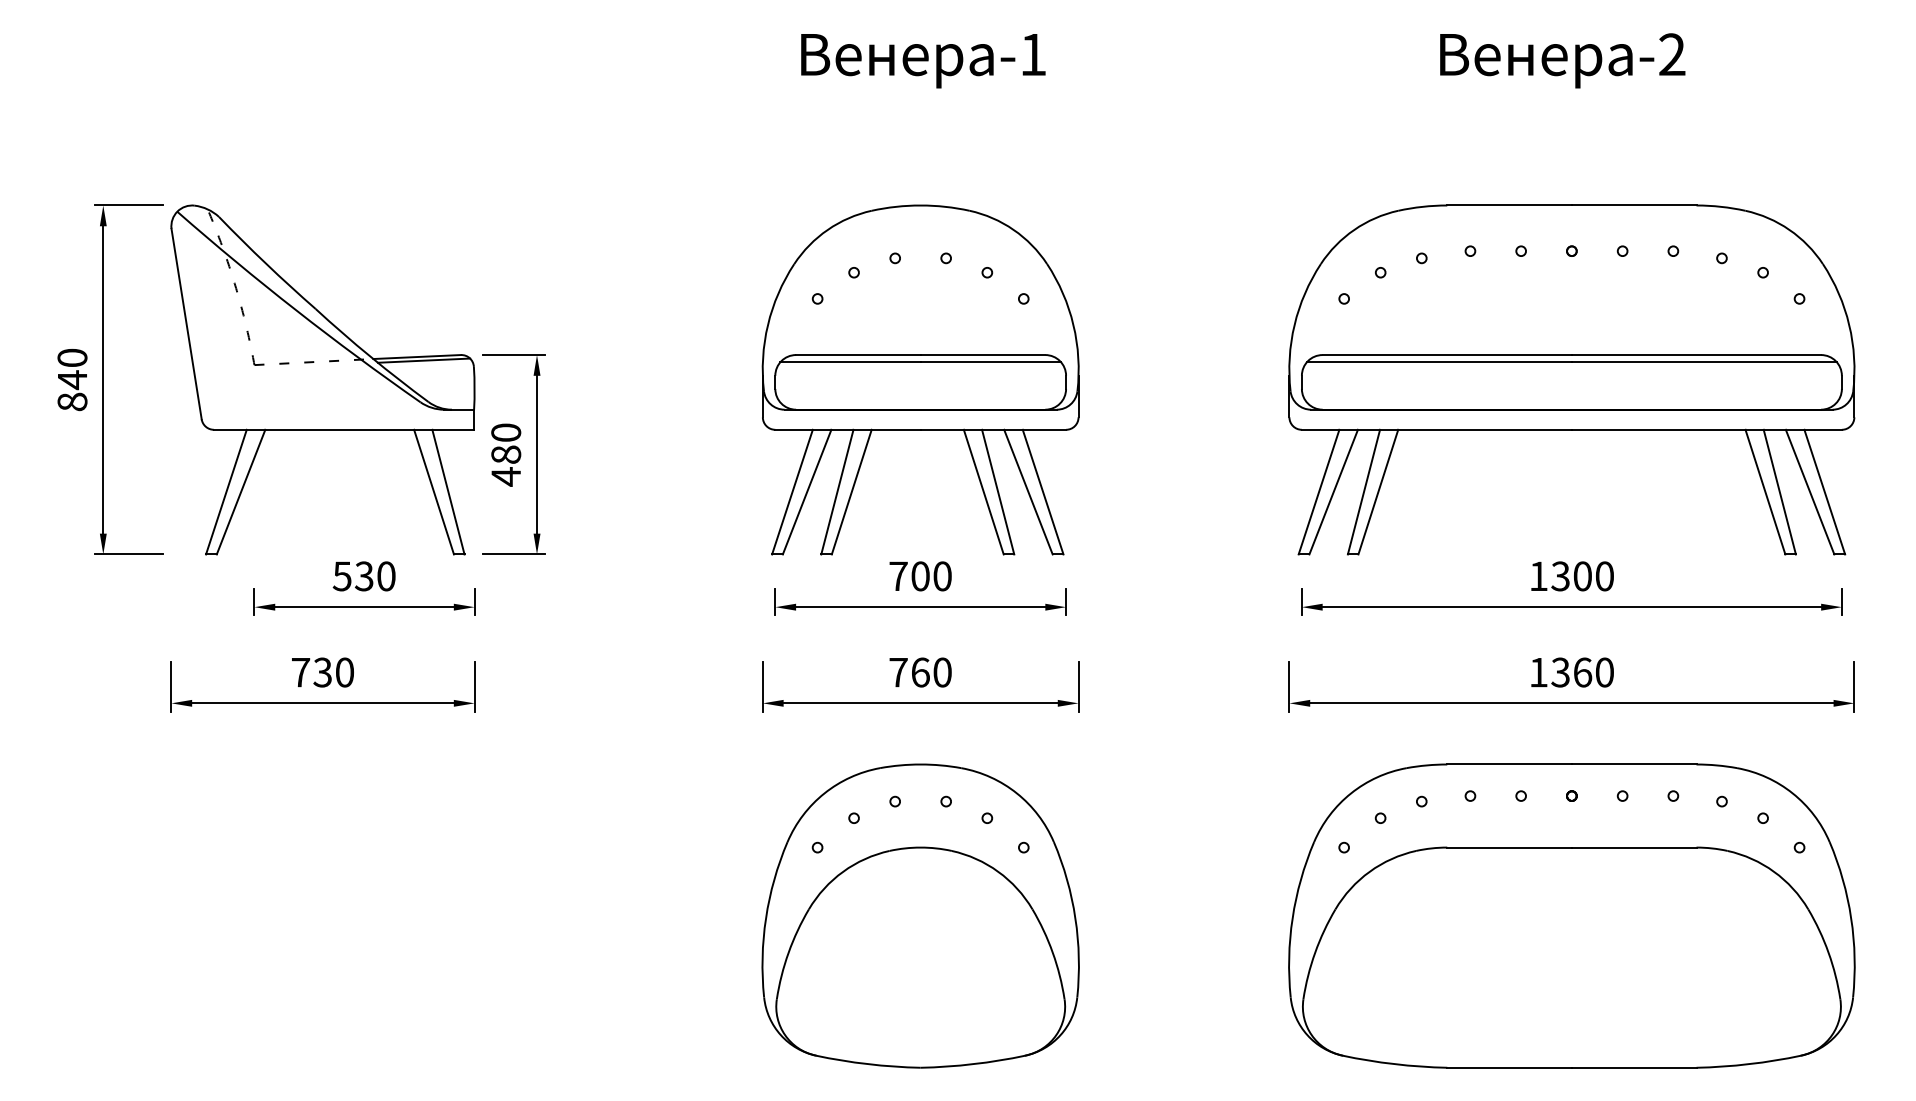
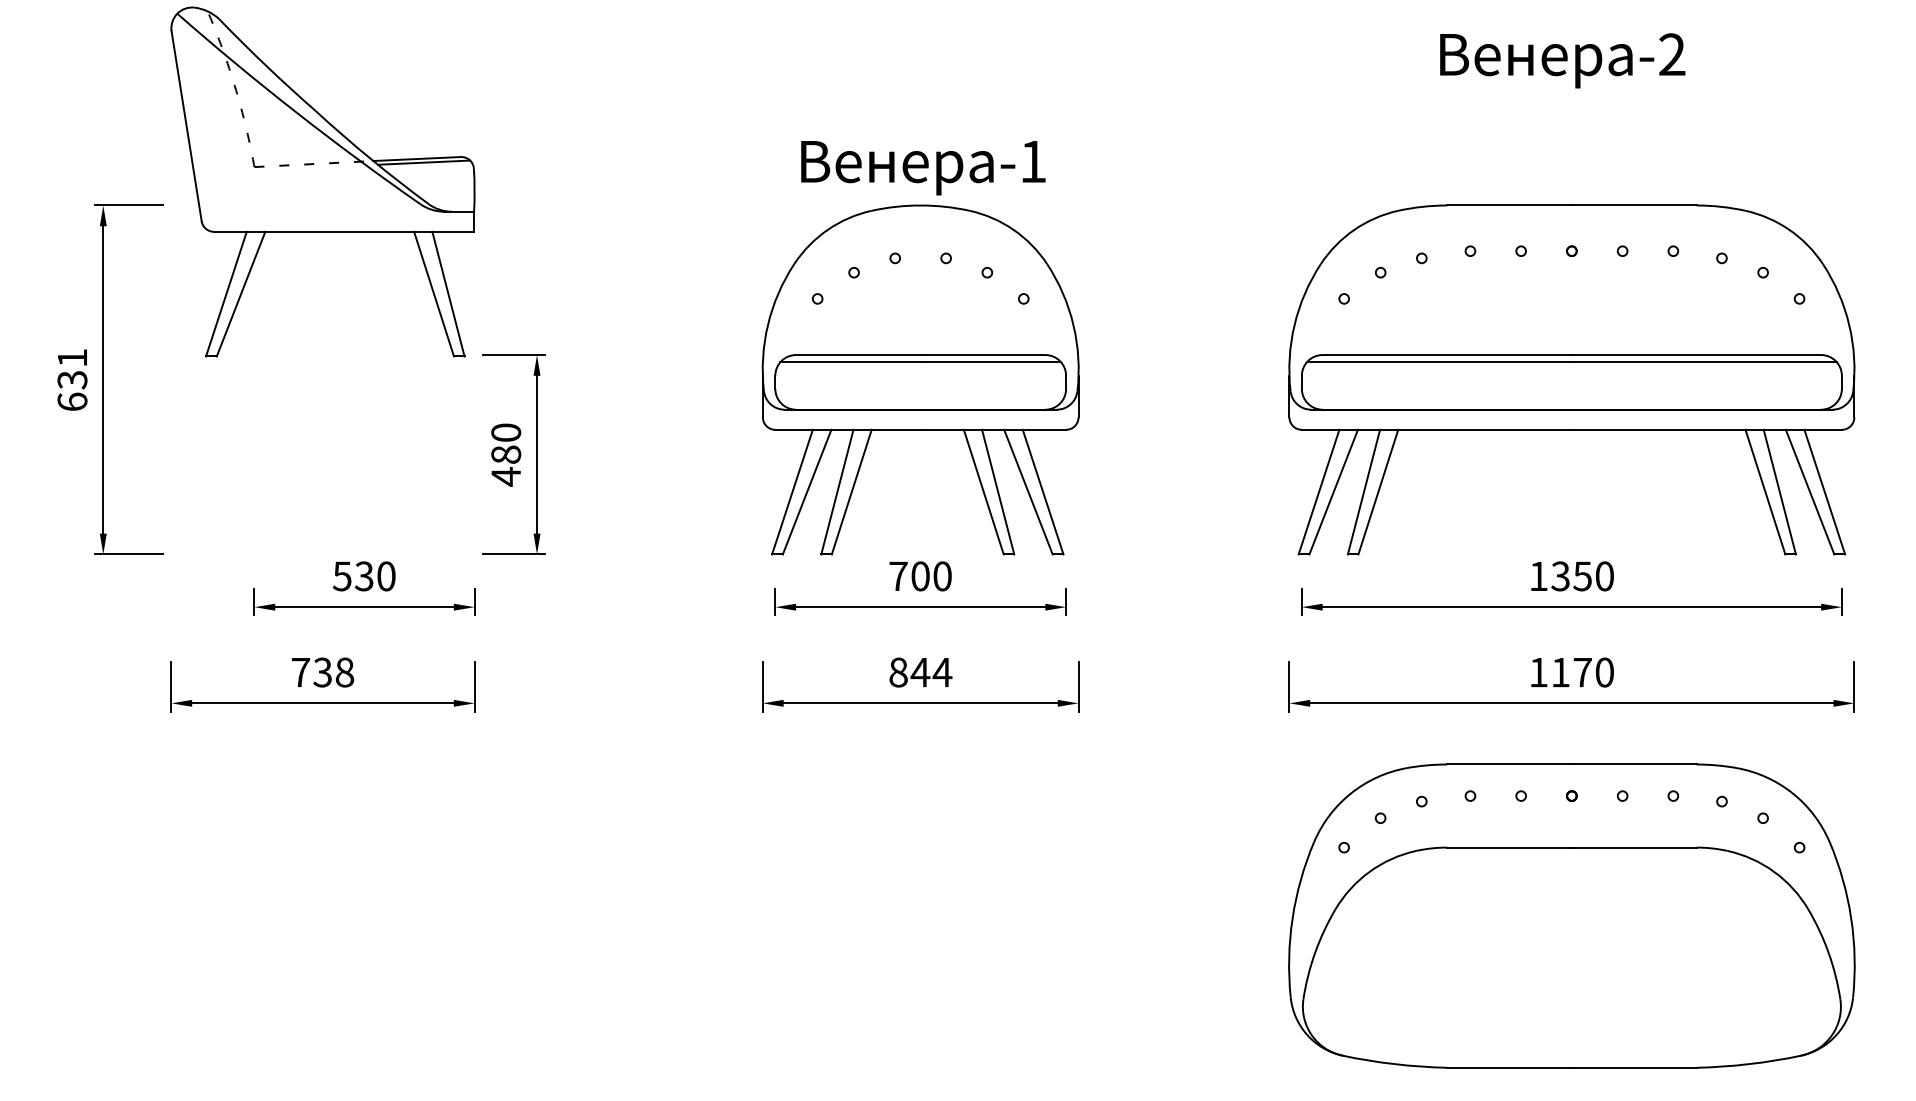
text at (923, 61) position: (923, 61) -> (923, 168)
text at (72, 379): 840 -> 631
part at (322, 379) position: (322, 379) -> (322, 181)
text at (1582, 576): 1300 -> 1350
text at (344, 672): 730 -> 738
text at (920, 672): 760 -> 844
text at (1571, 672): 1360 -> 1170
part at (920, 915): present -> none
